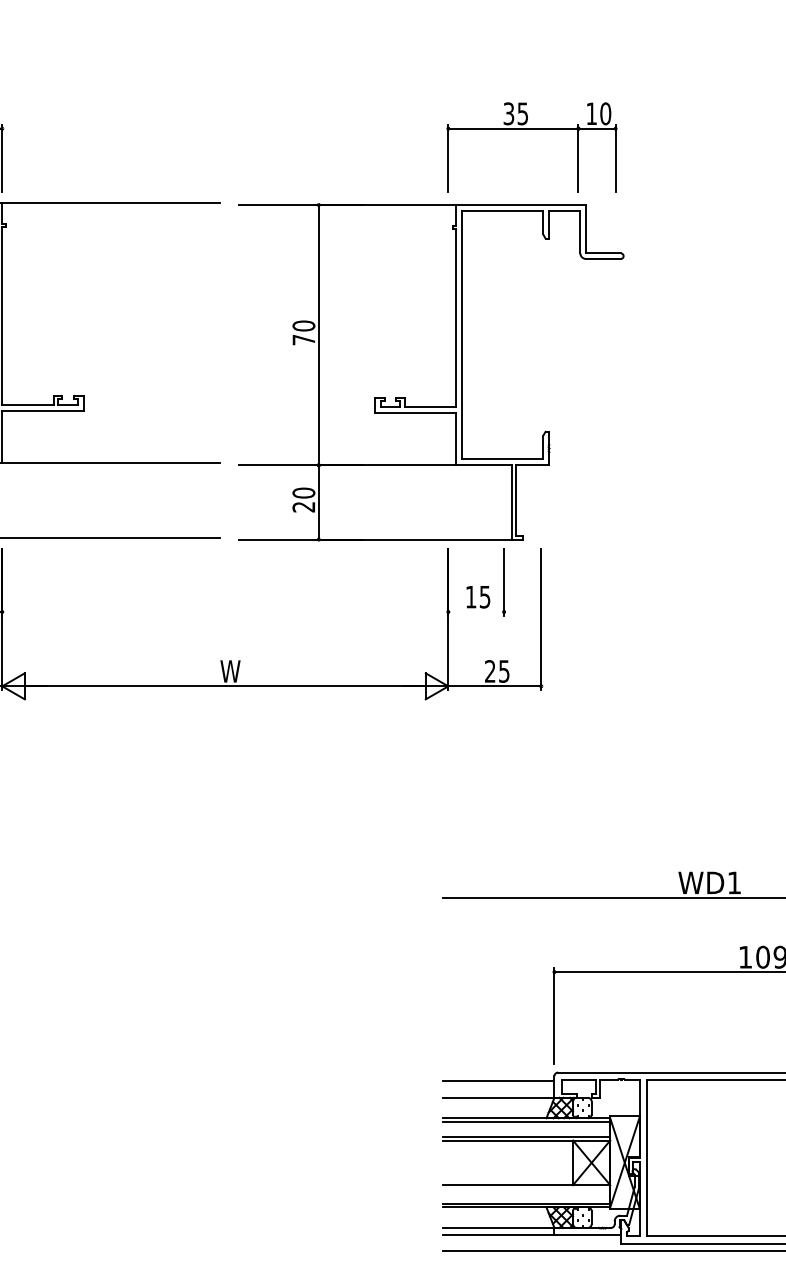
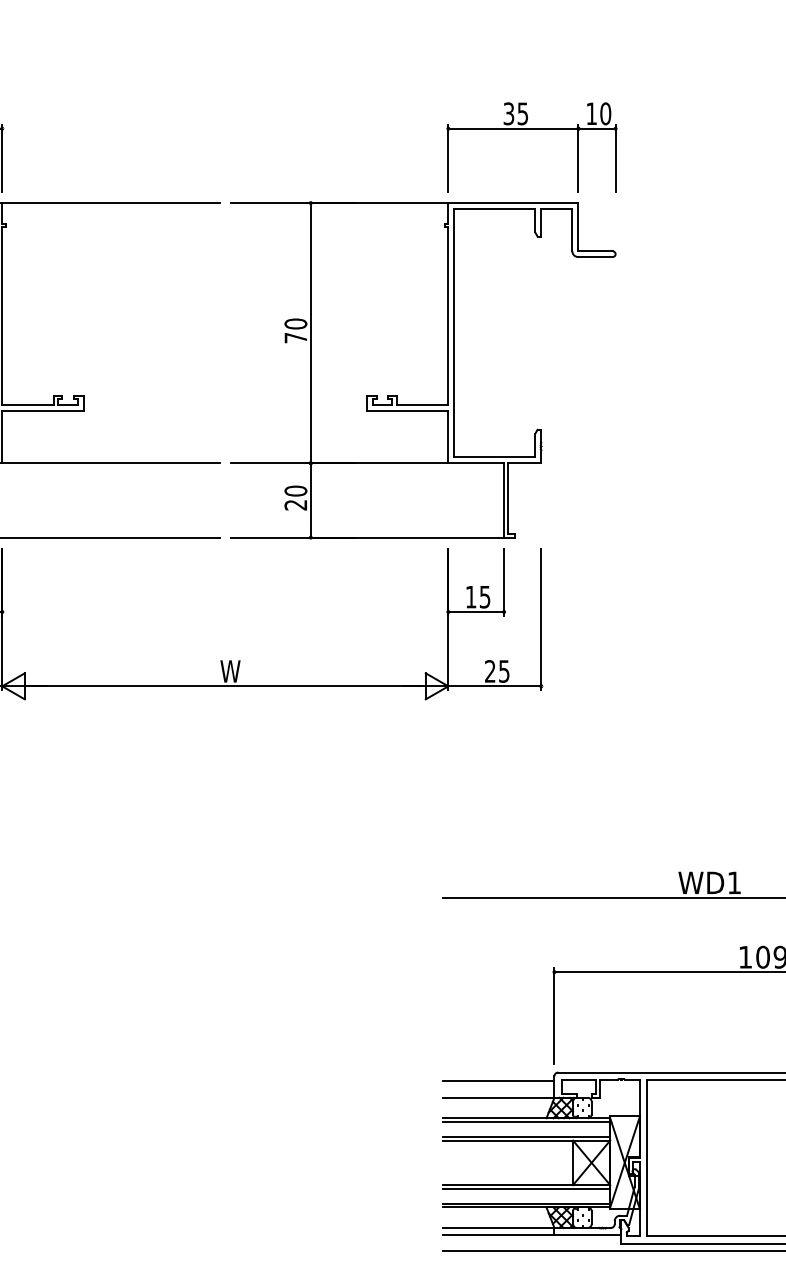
part at (431, 372) position: (431, 372) -> (423, 370)
line at (476, 611): none -> present
line at (526, 1188): none -> present
